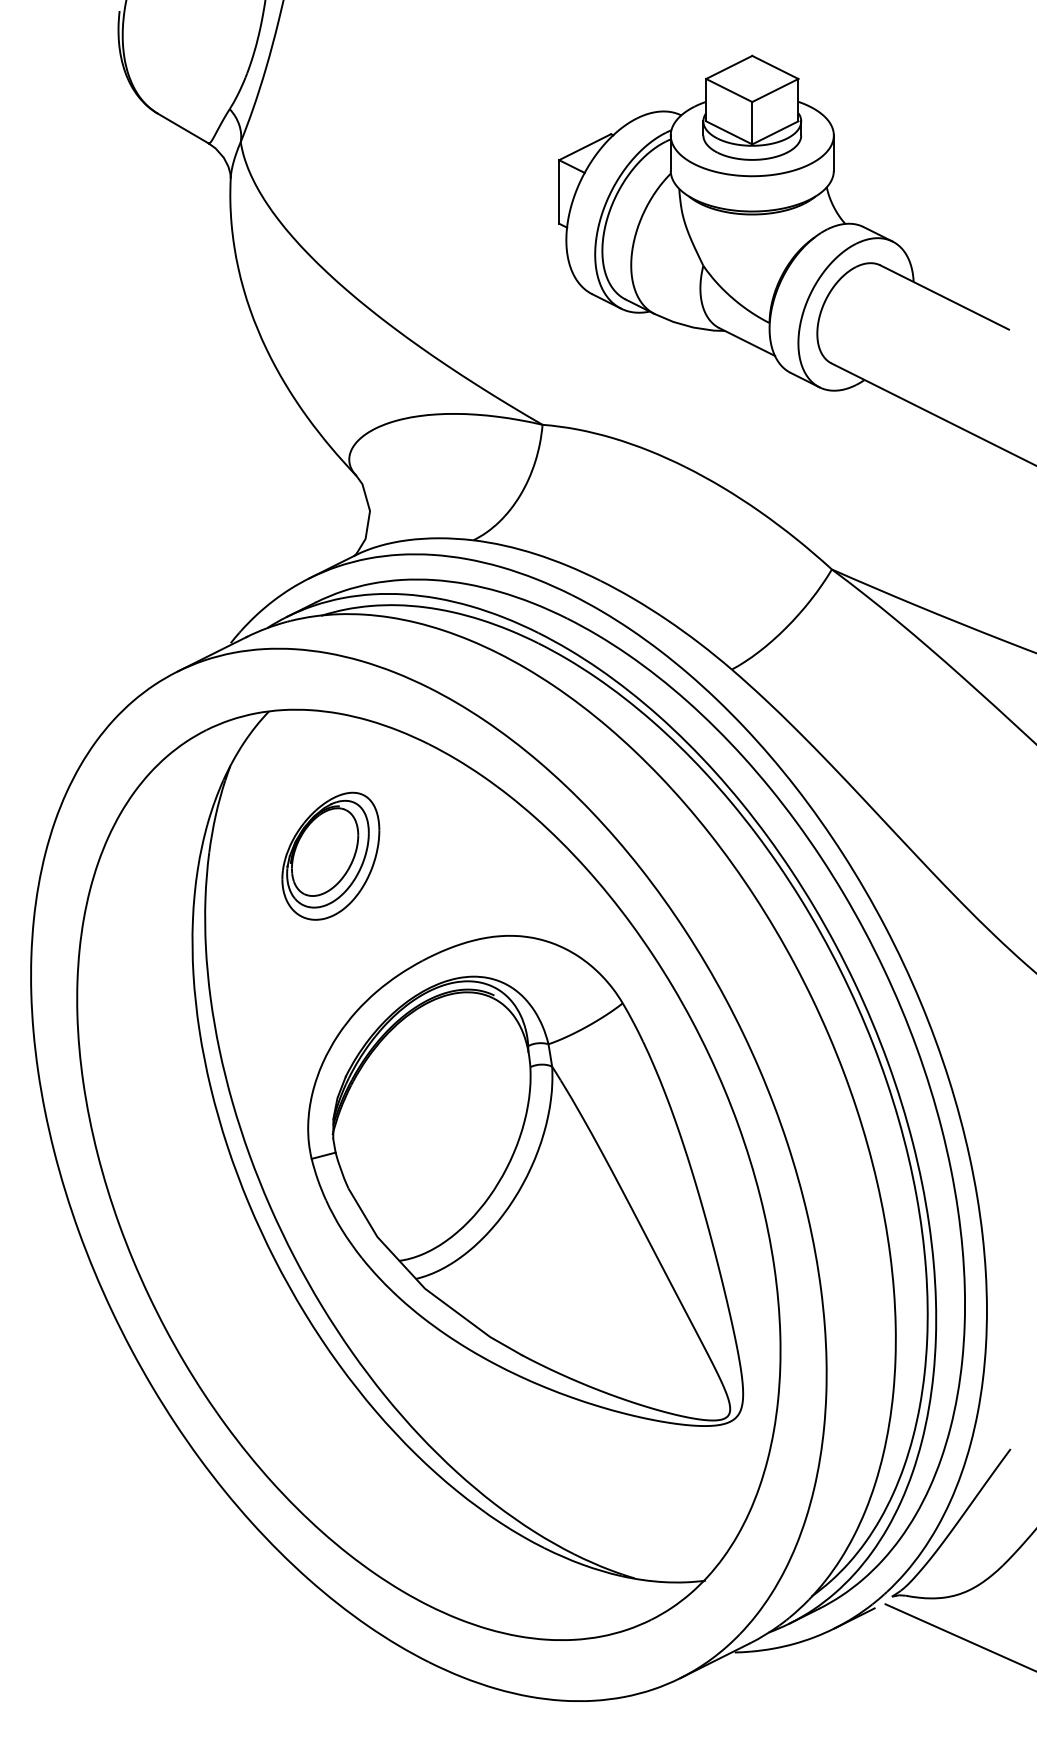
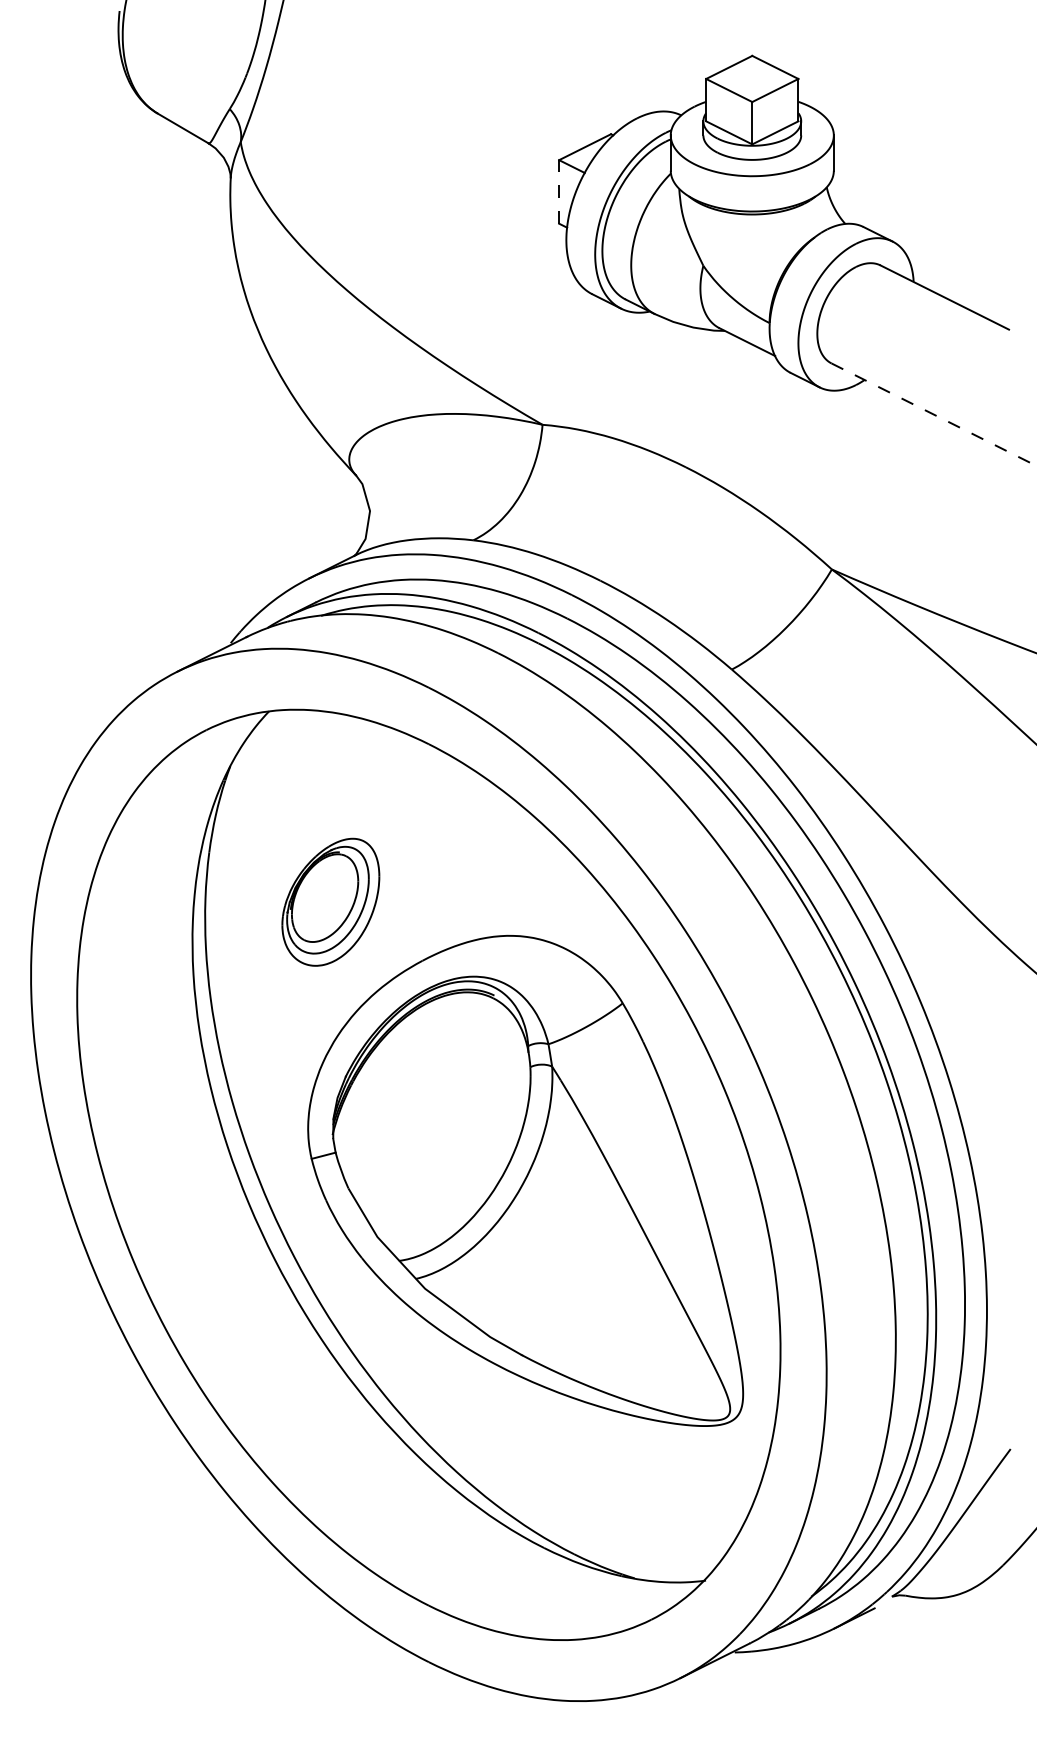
line at (559, 191): solid -> dashed
line at (934, 414): solid -> dashed
part at (330, 855) position: (330, 855) -> (330, 901)
line at (959, 1637): present -> none
